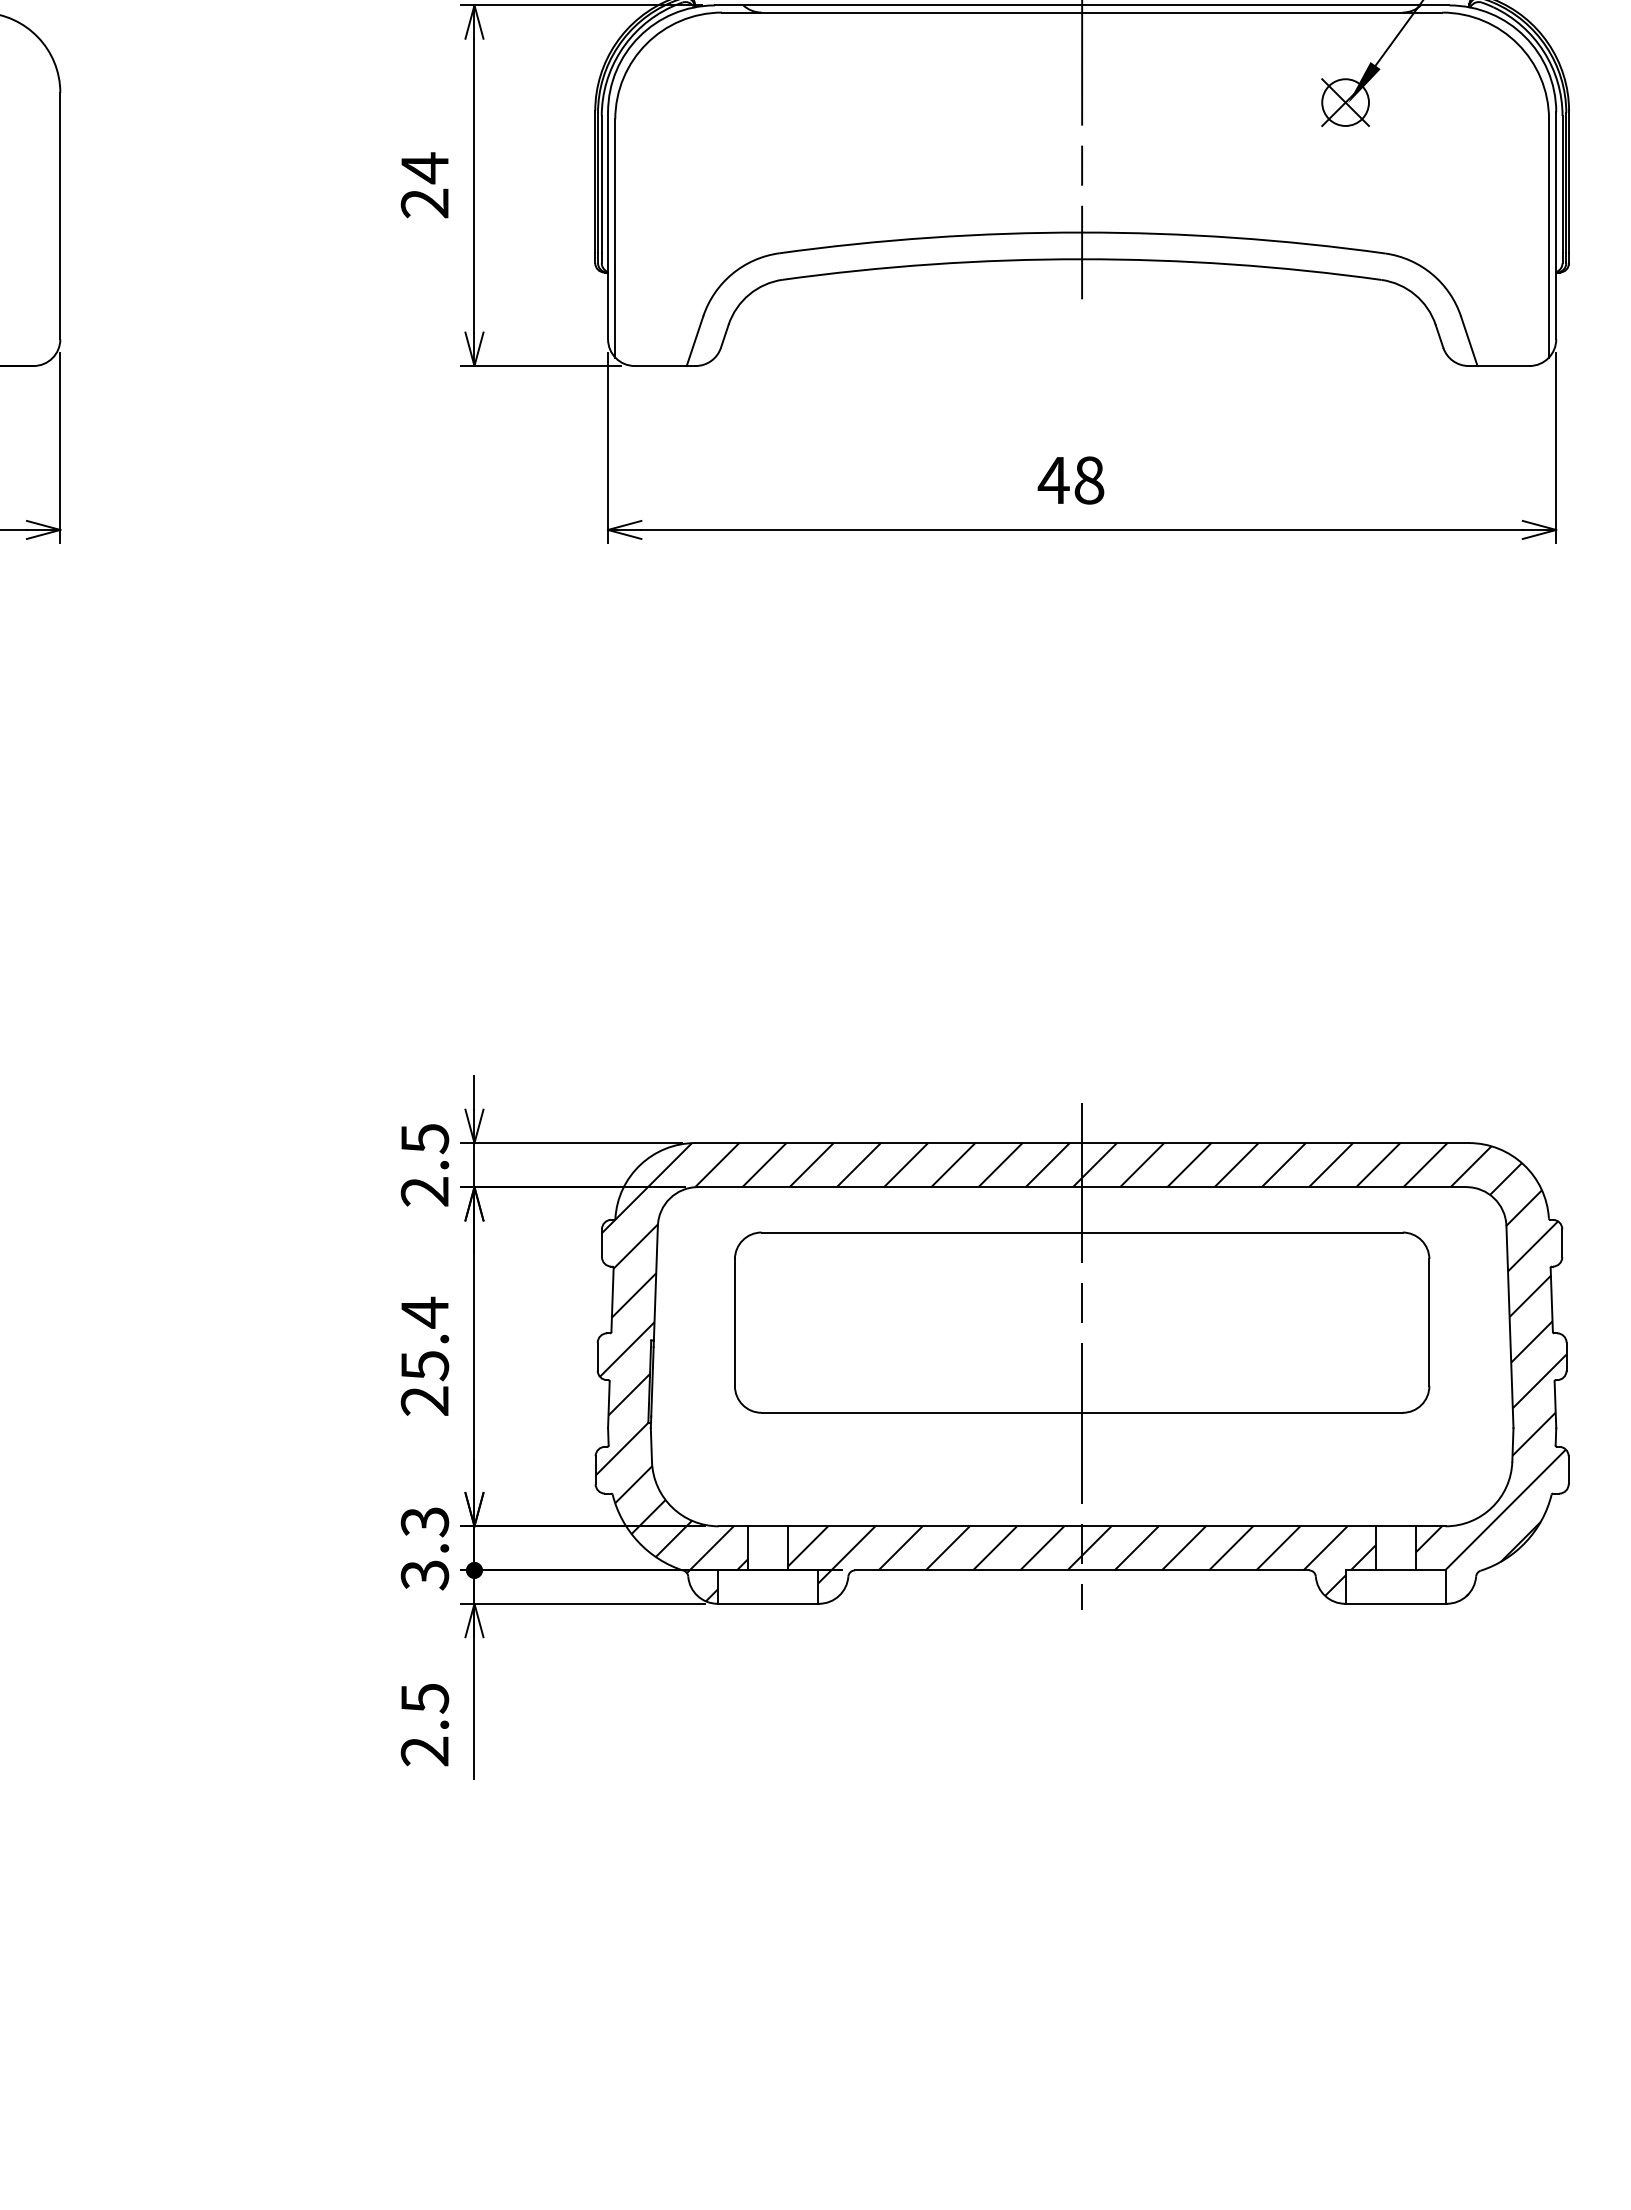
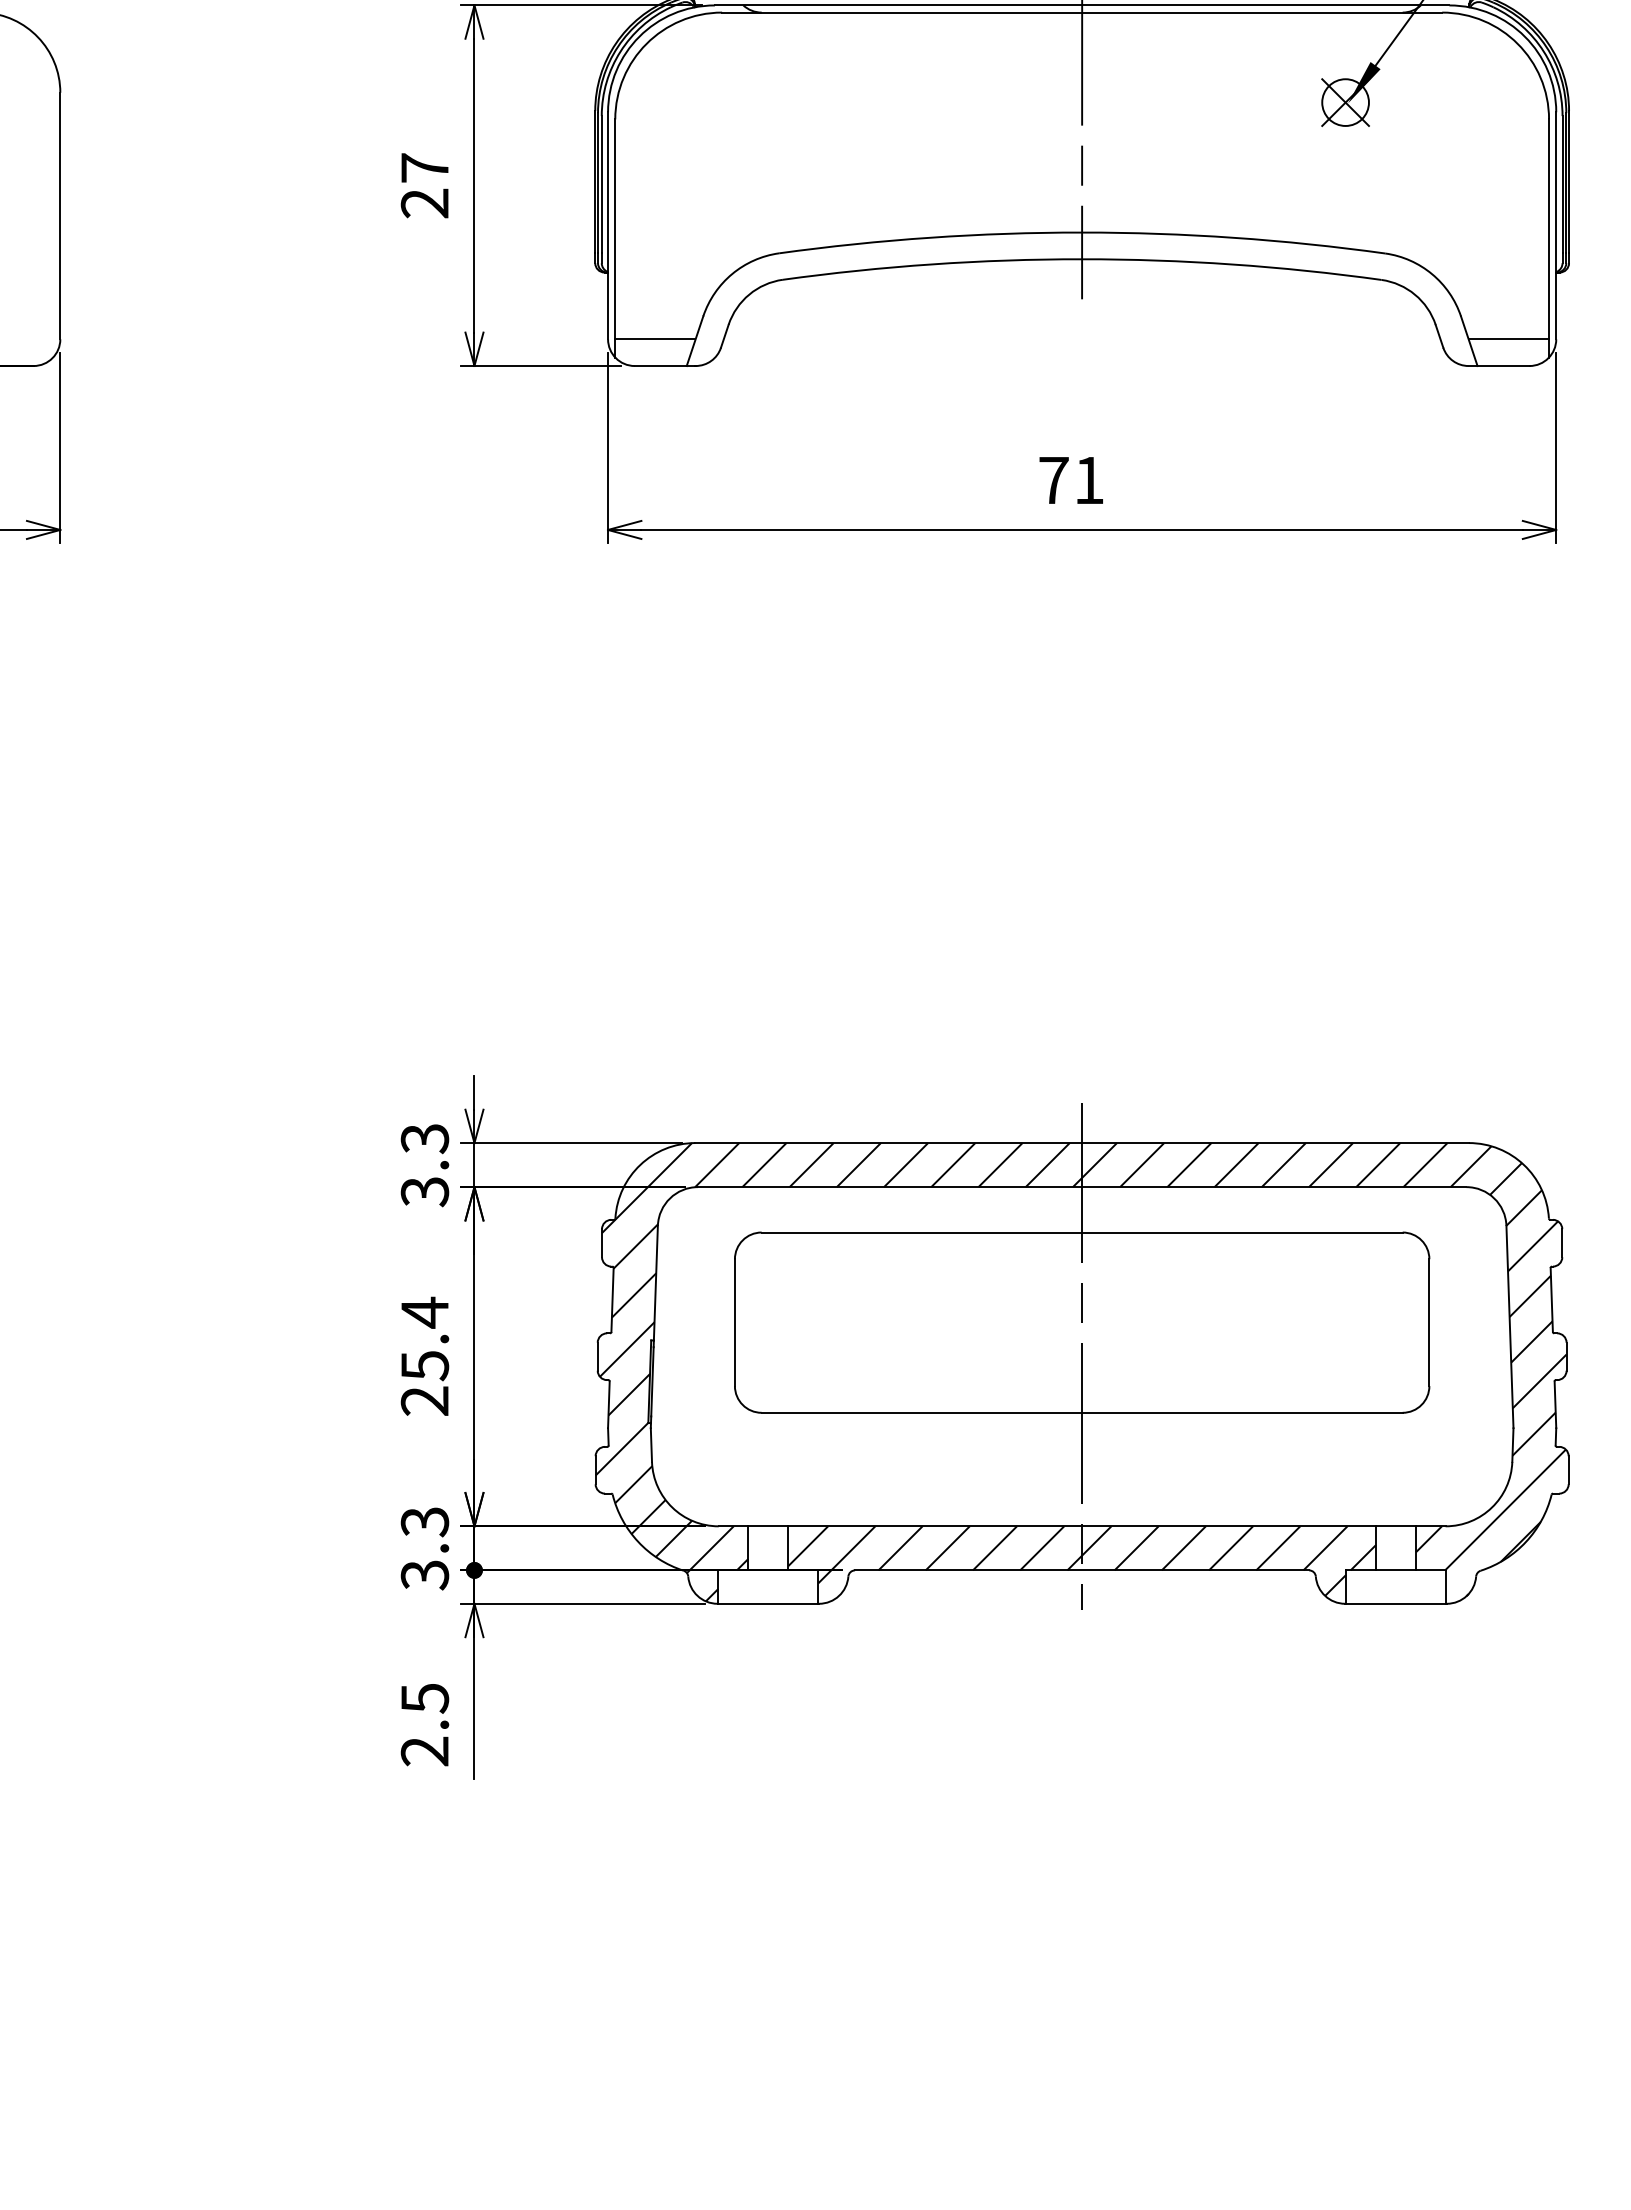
text at (424, 168): 24 -> 27
line at (655, 339): none -> present
line at (1508, 339): none -> present
text at (1070, 480): 48 -> 71
text at (424, 1165): 2.5 -> 3.3
